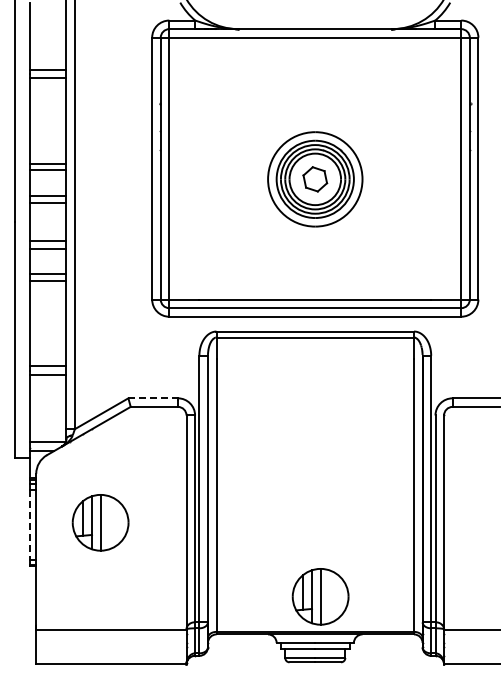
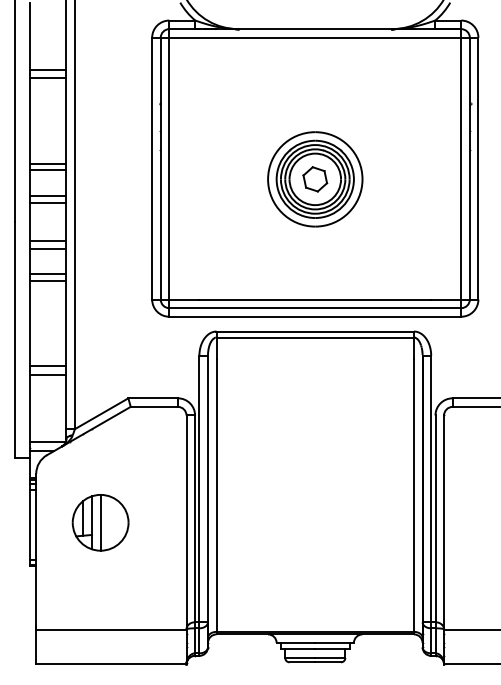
line at (153, 398): dashed -> solid
line at (29, 524): dashed -> solid
part at (320, 596): present -> none
